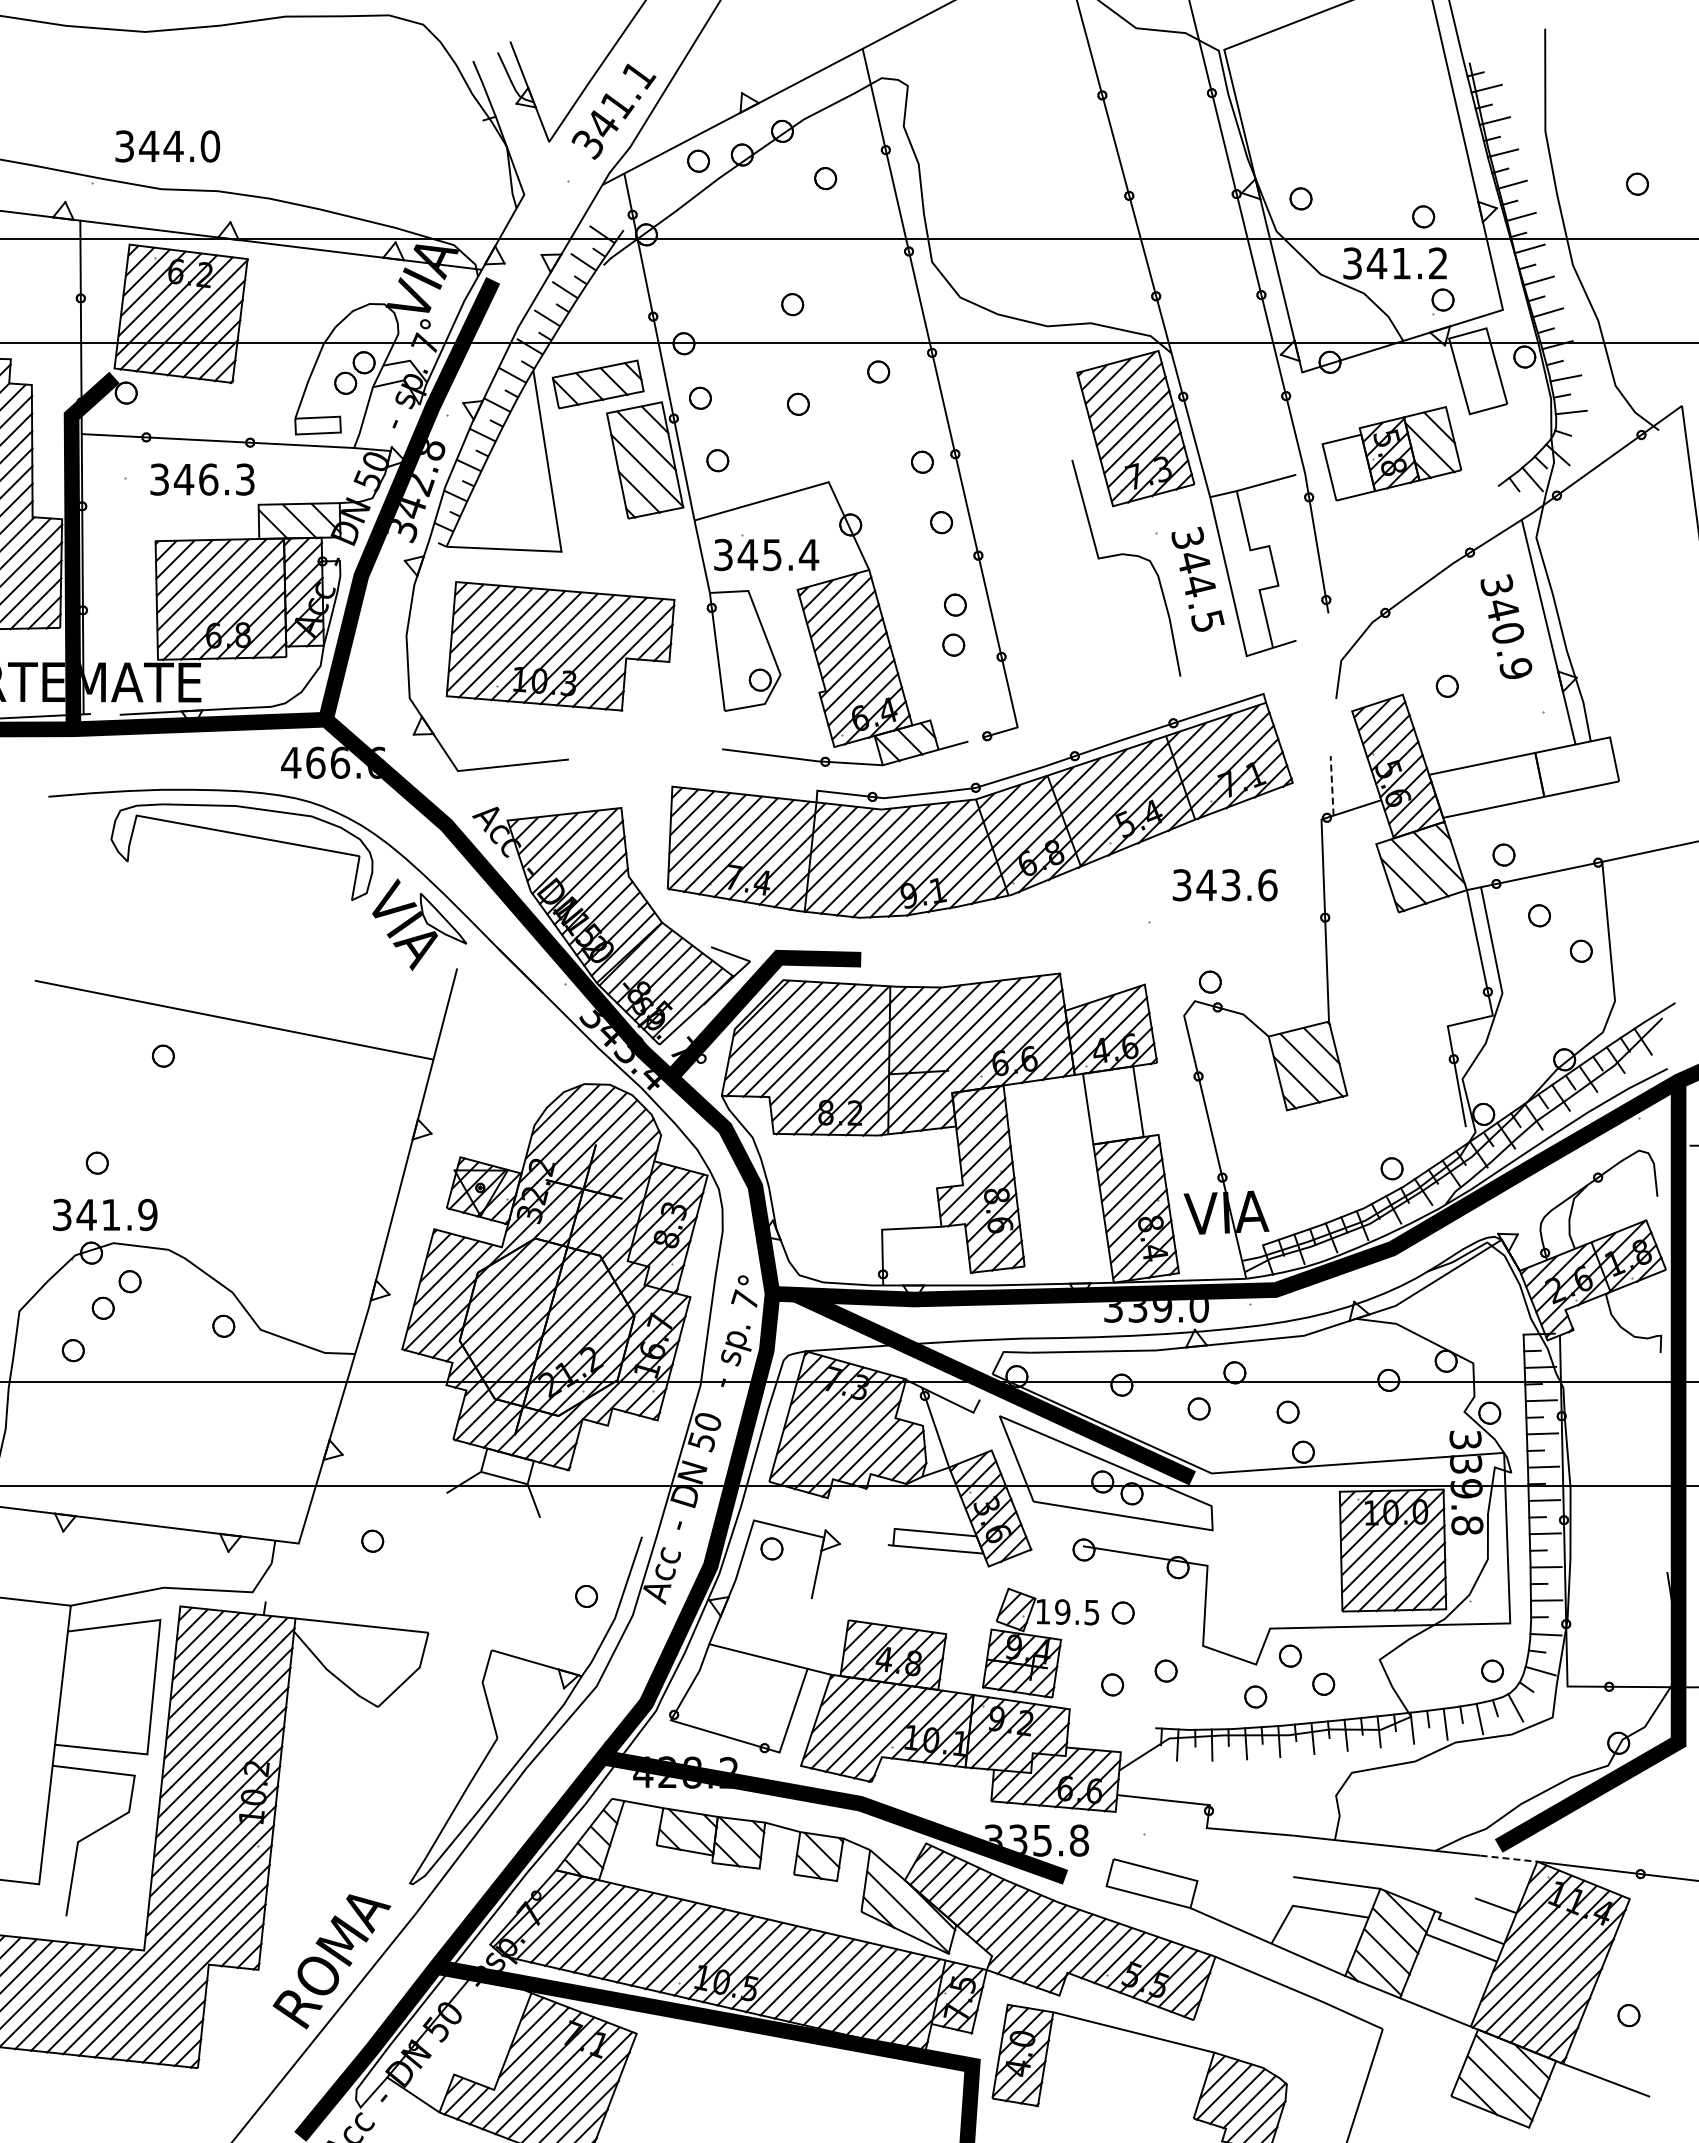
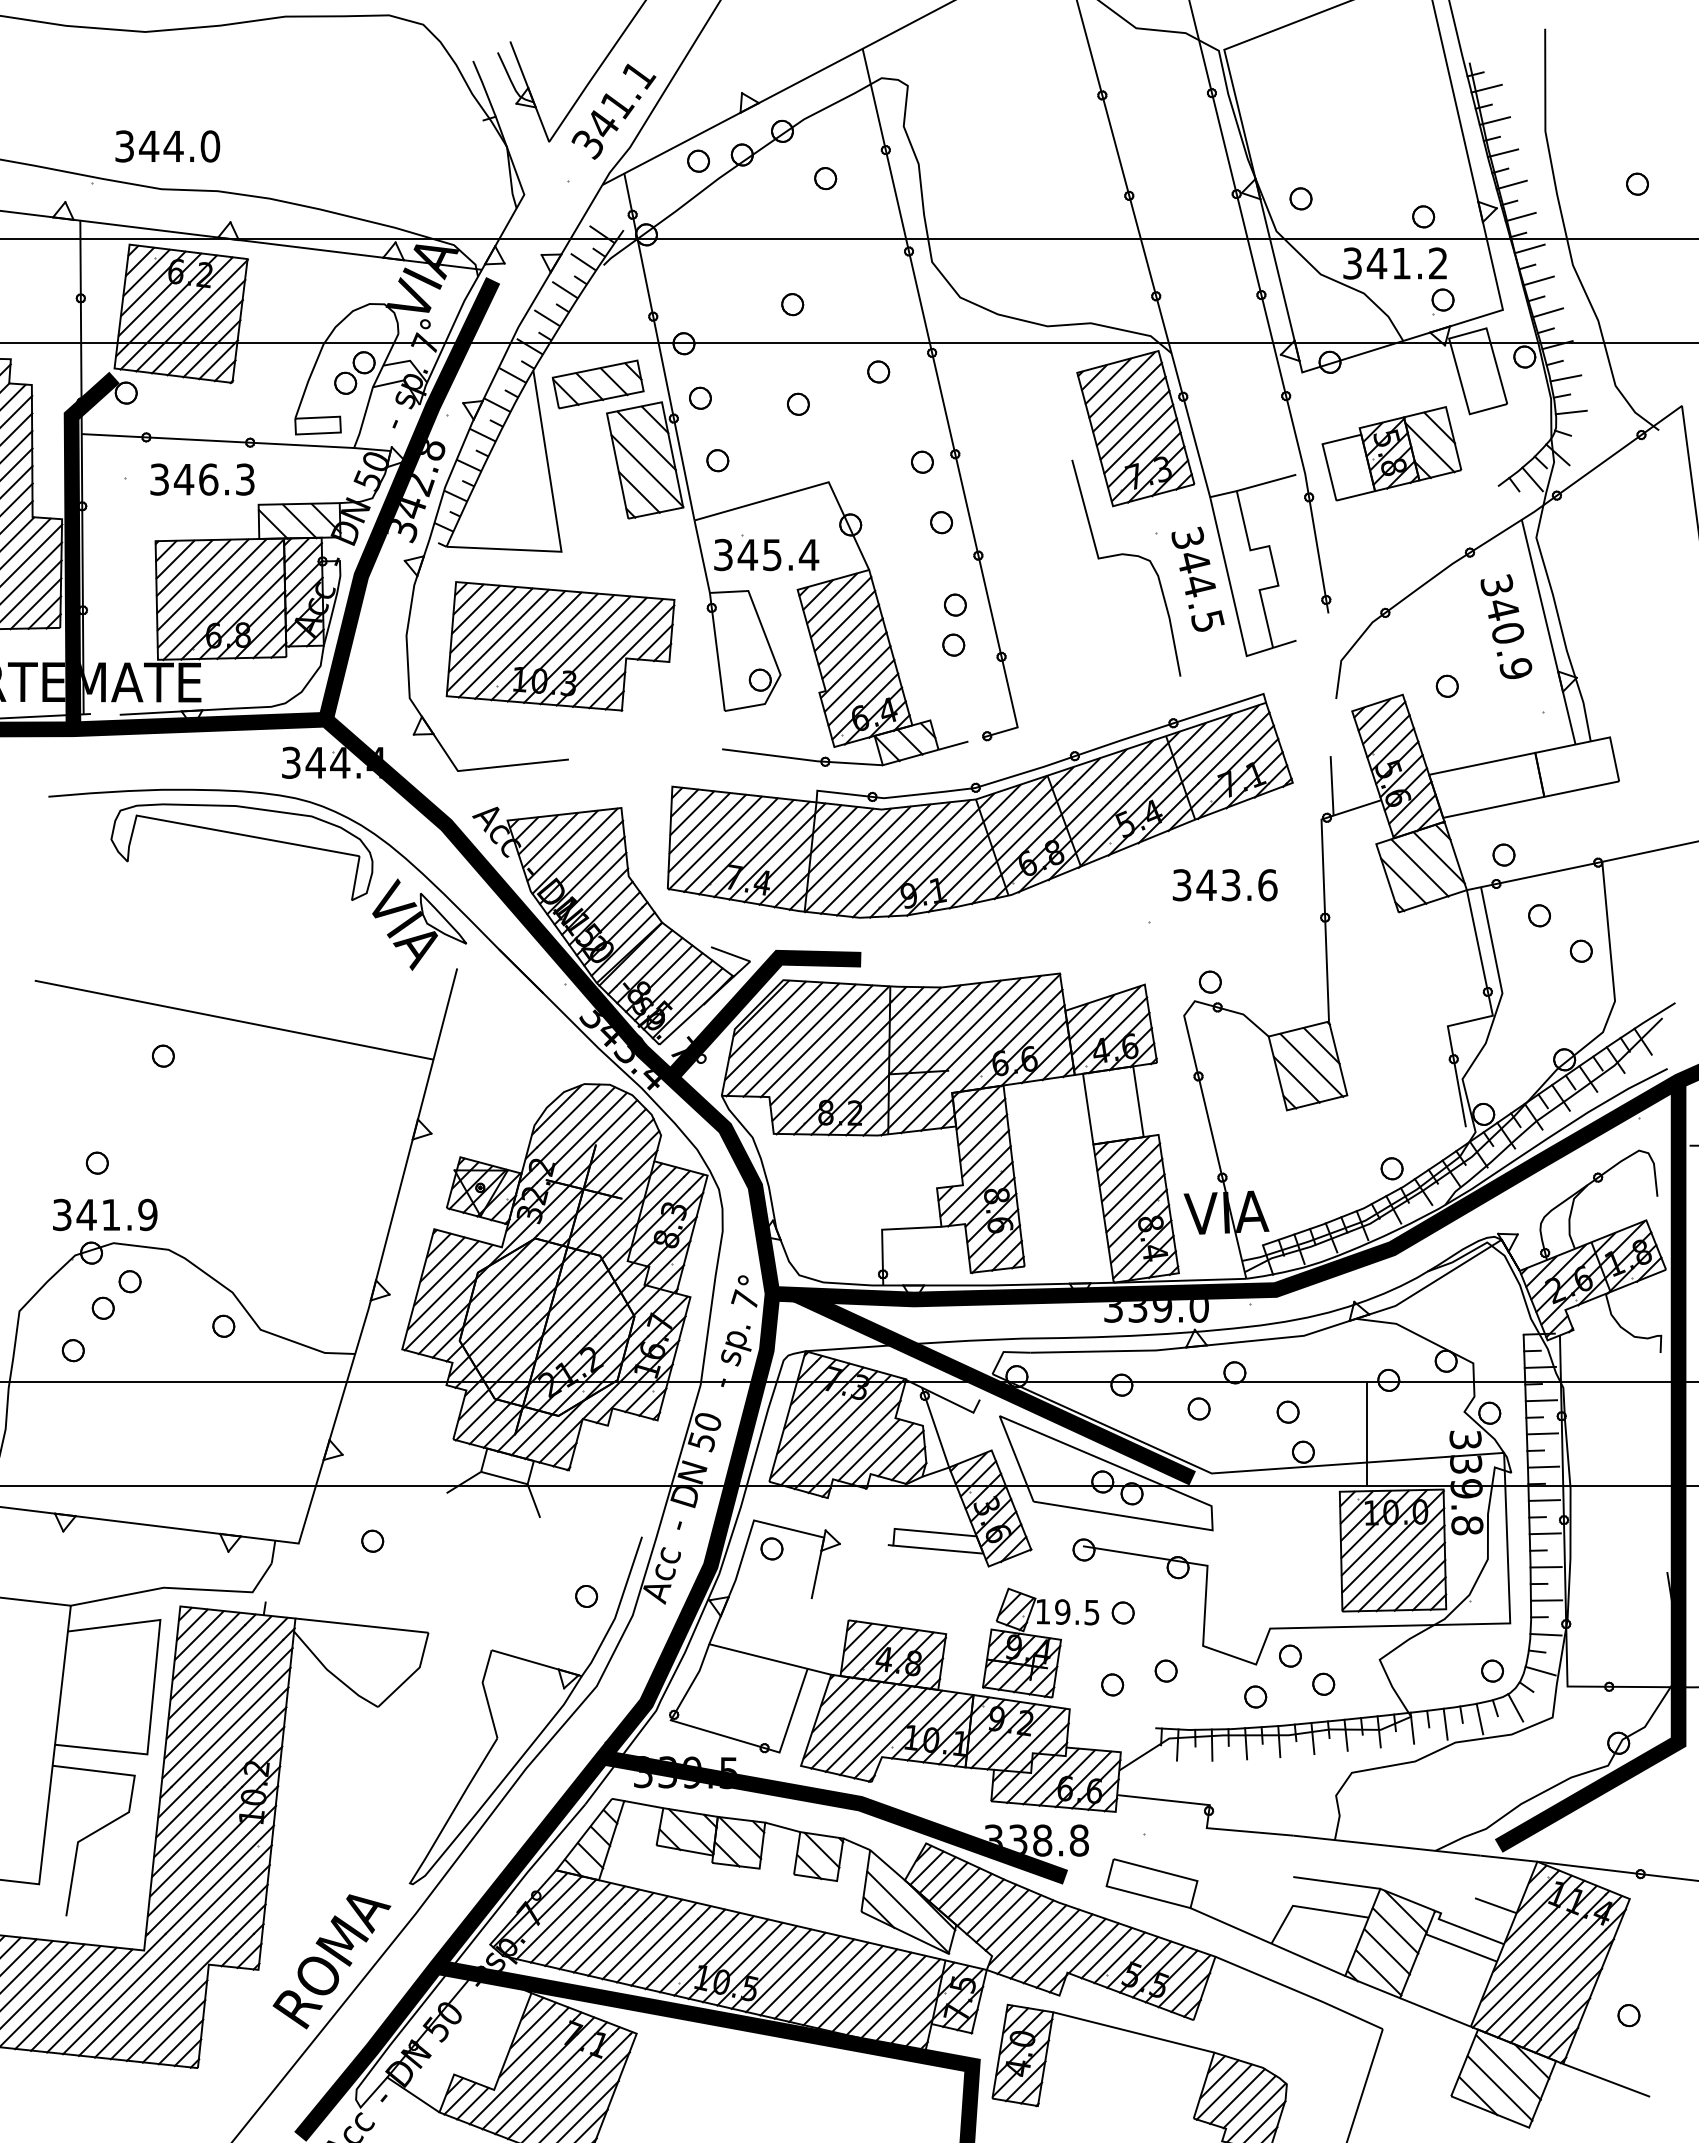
text at (332, 762): 466.6 -> 344.4
line at (1332, 785): dashed -> solid
line at (1367, 1434): none -> present
text at (685, 1772): 428.2 -> 339.5
text at (1042, 1840): 335.8 -> 338.8
line at (1509, 1858): dashed -> solid
